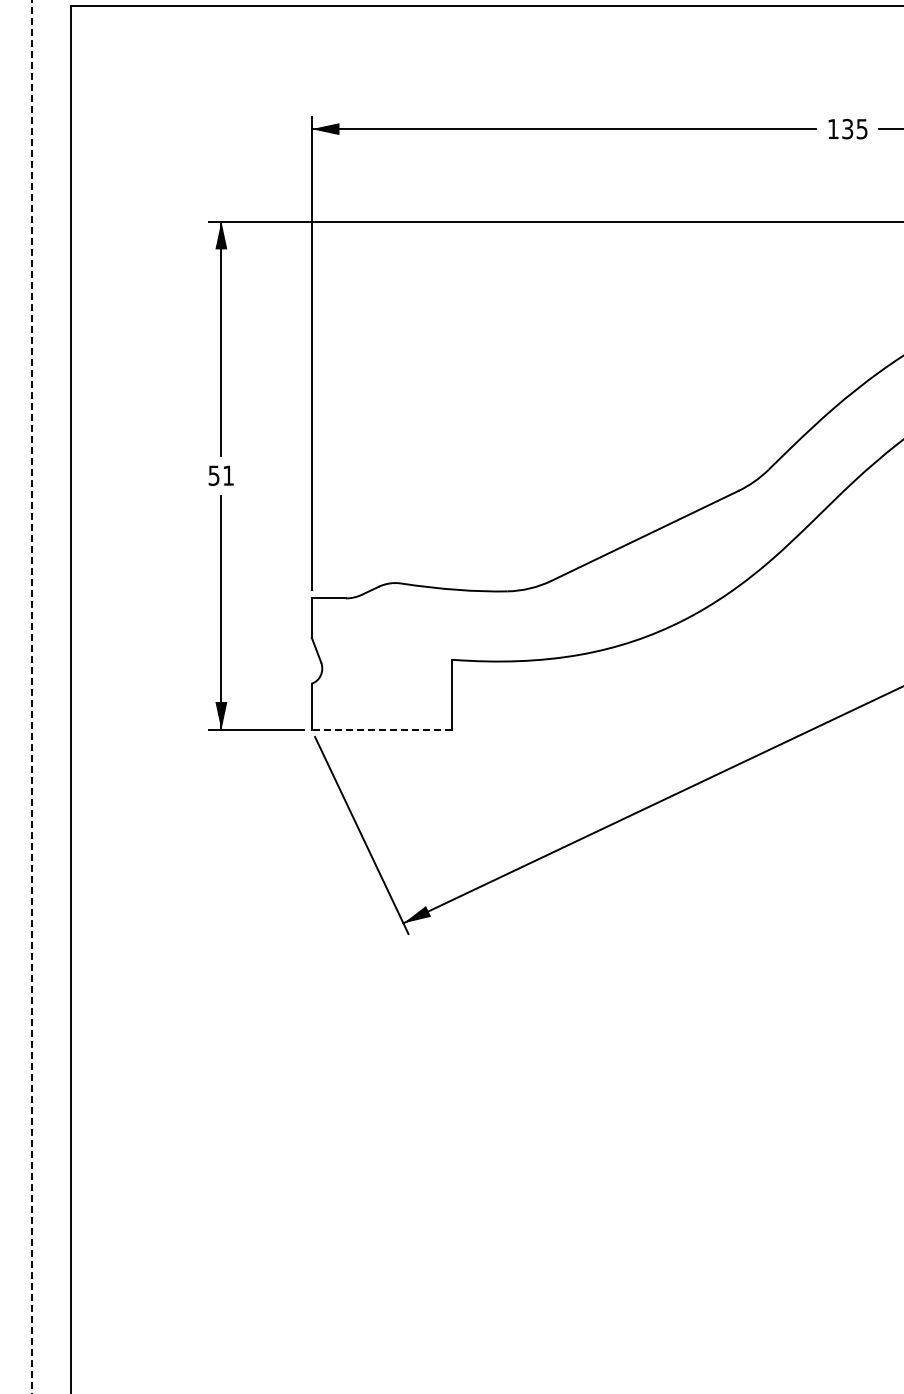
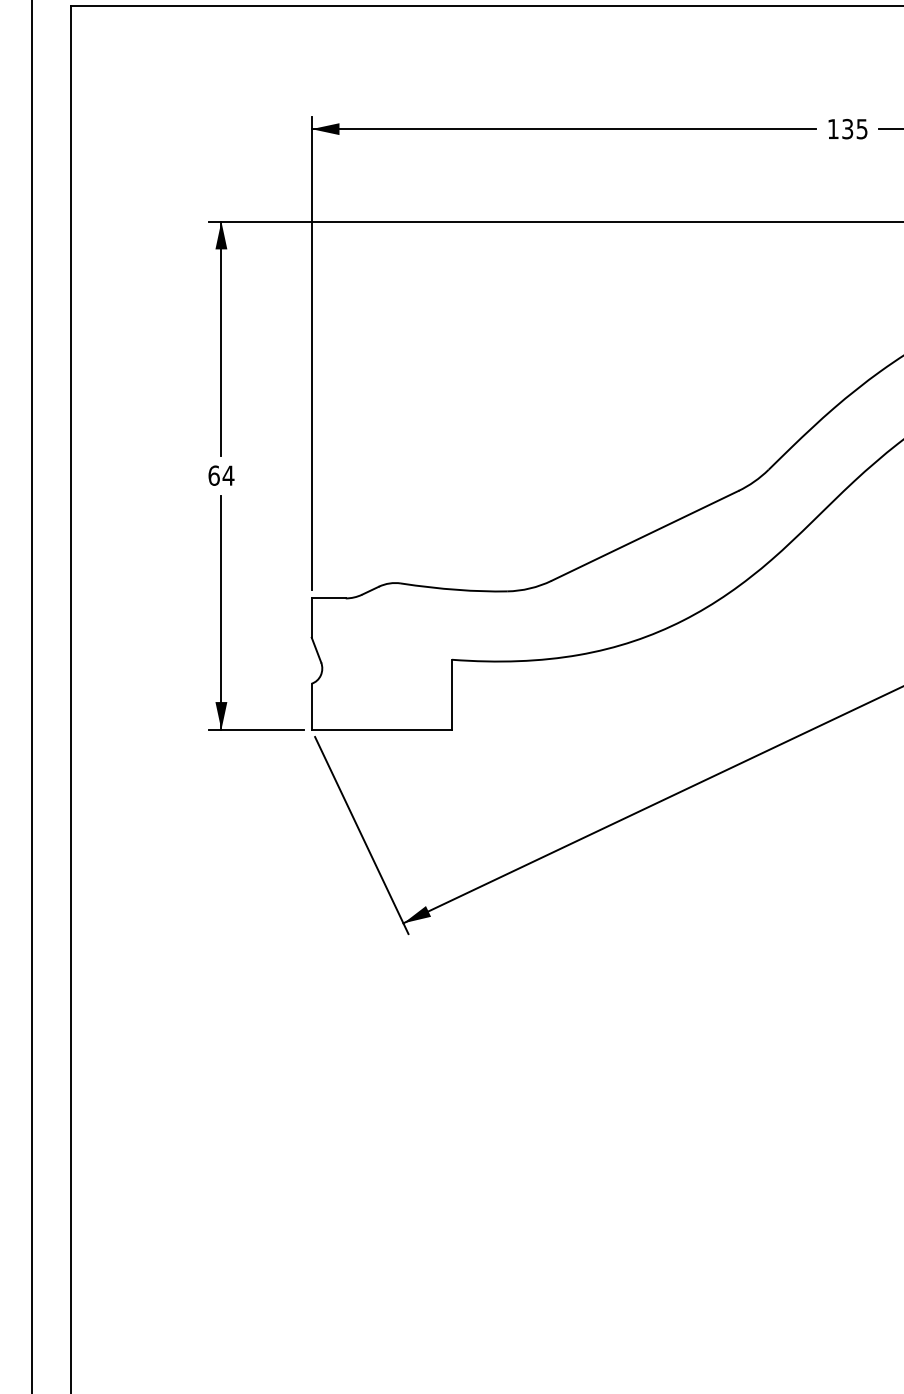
text at (221, 475): 51 -> 64
line at (31, 696): dashed -> solid
line at (381, 729): dashed -> solid
